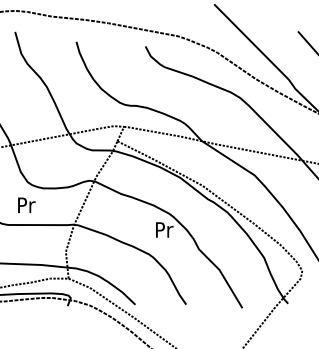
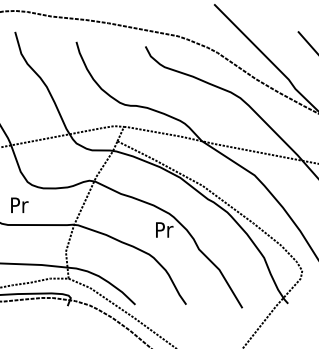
text at (26, 204) position: (26, 204) -> (19, 204)
